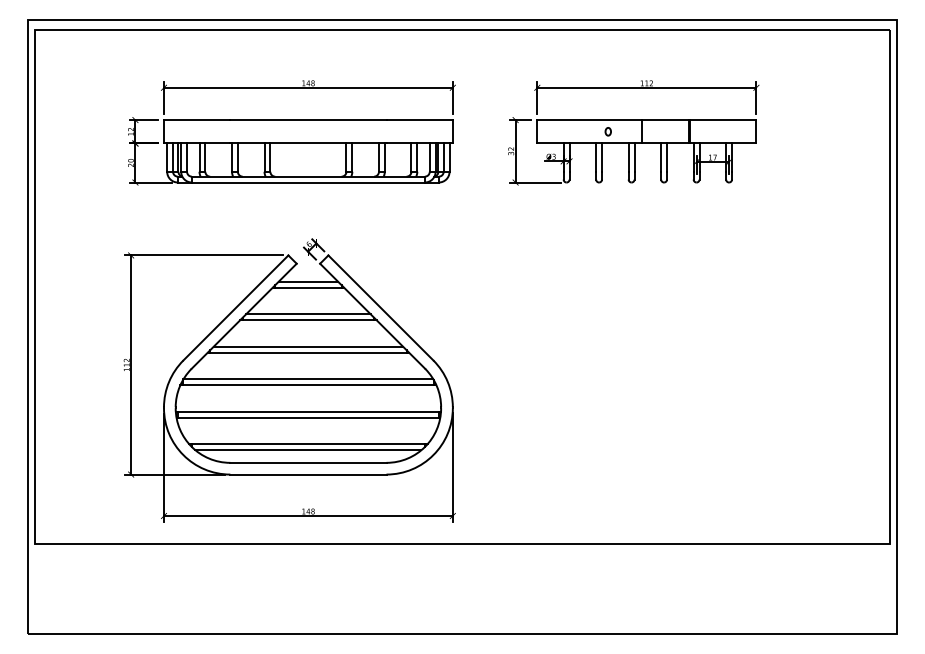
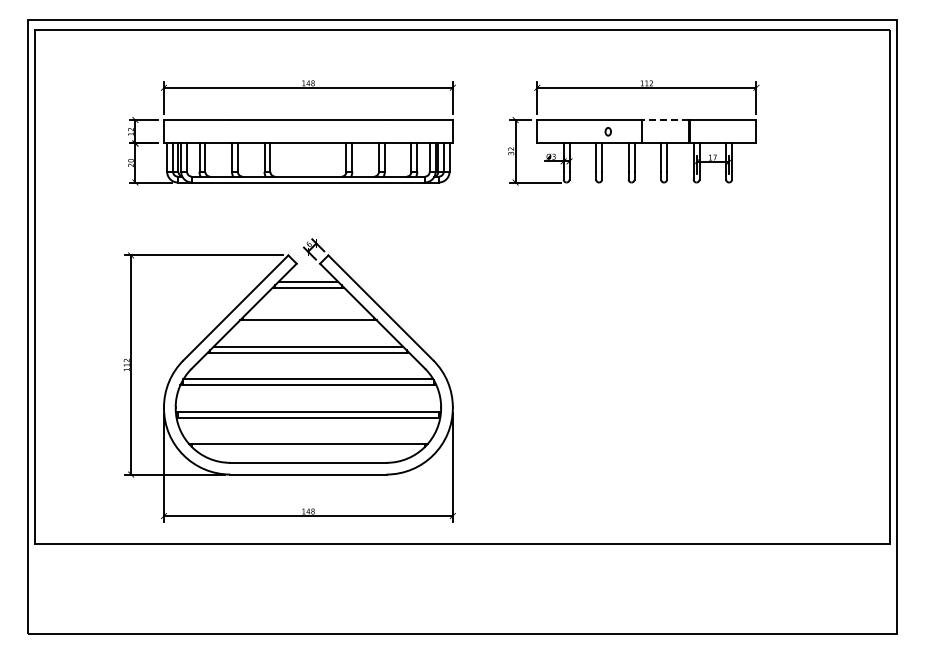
line at (665, 120): solid -> dashed
line at (308, 314): present -> none
line at (308, 450): present -> none
